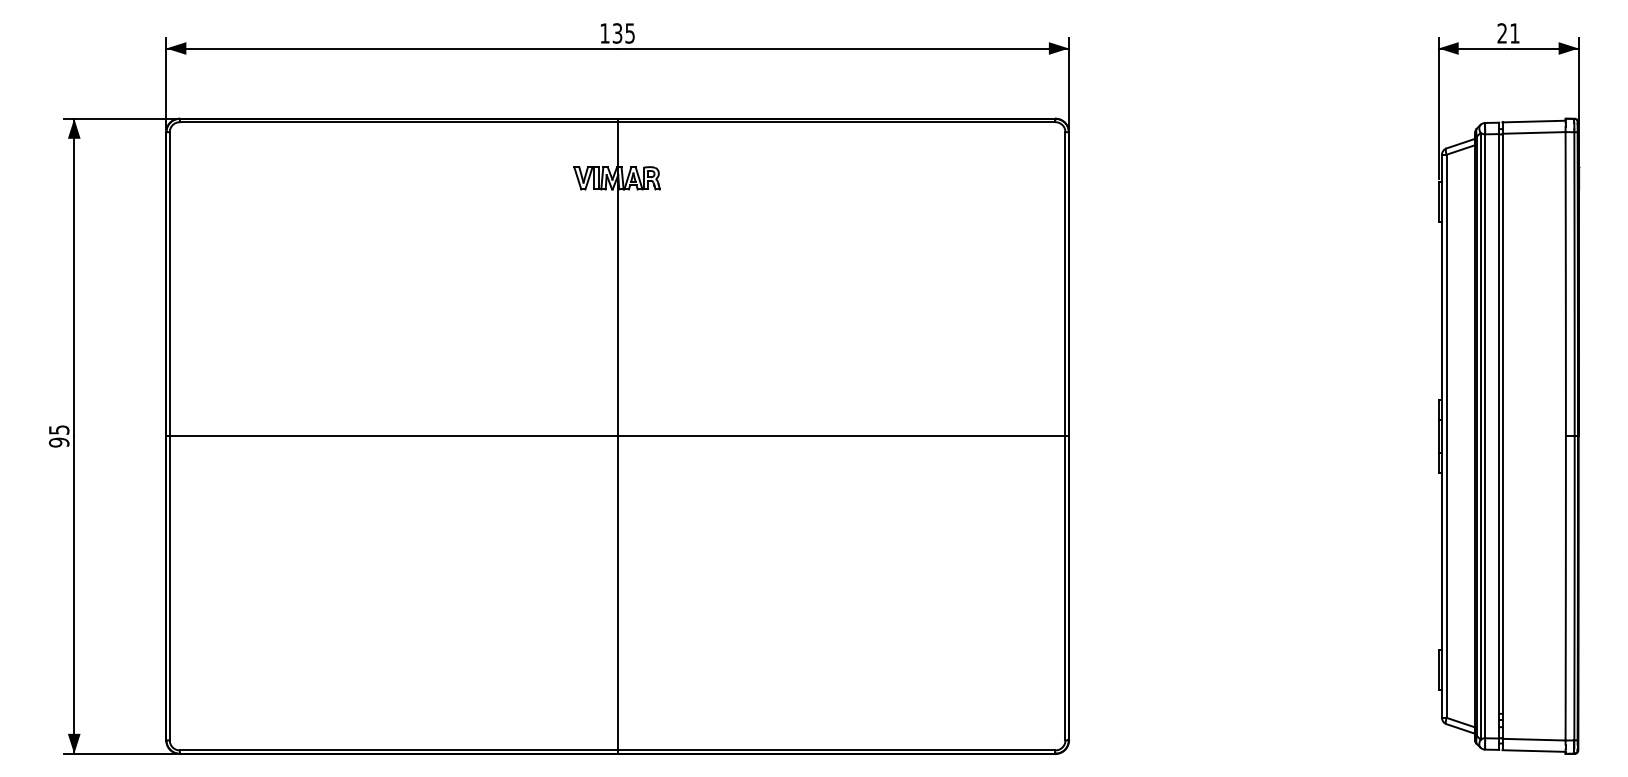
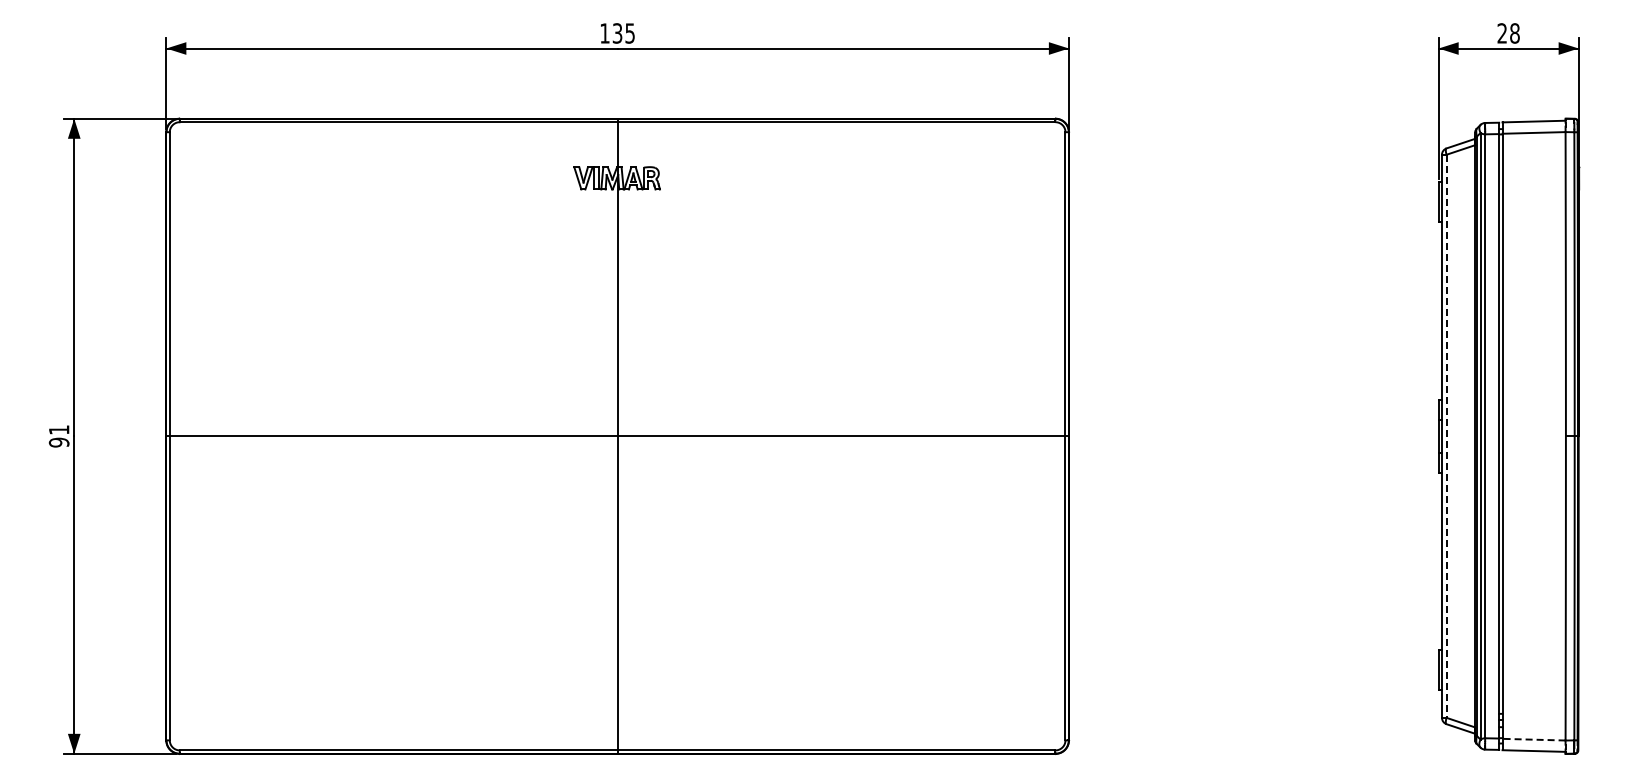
text at (1514, 33): 21 -> 28
text at (59, 429): 95 -> 91
line at (1446, 436): solid -> dashed
line at (1534, 739): solid -> dashed
